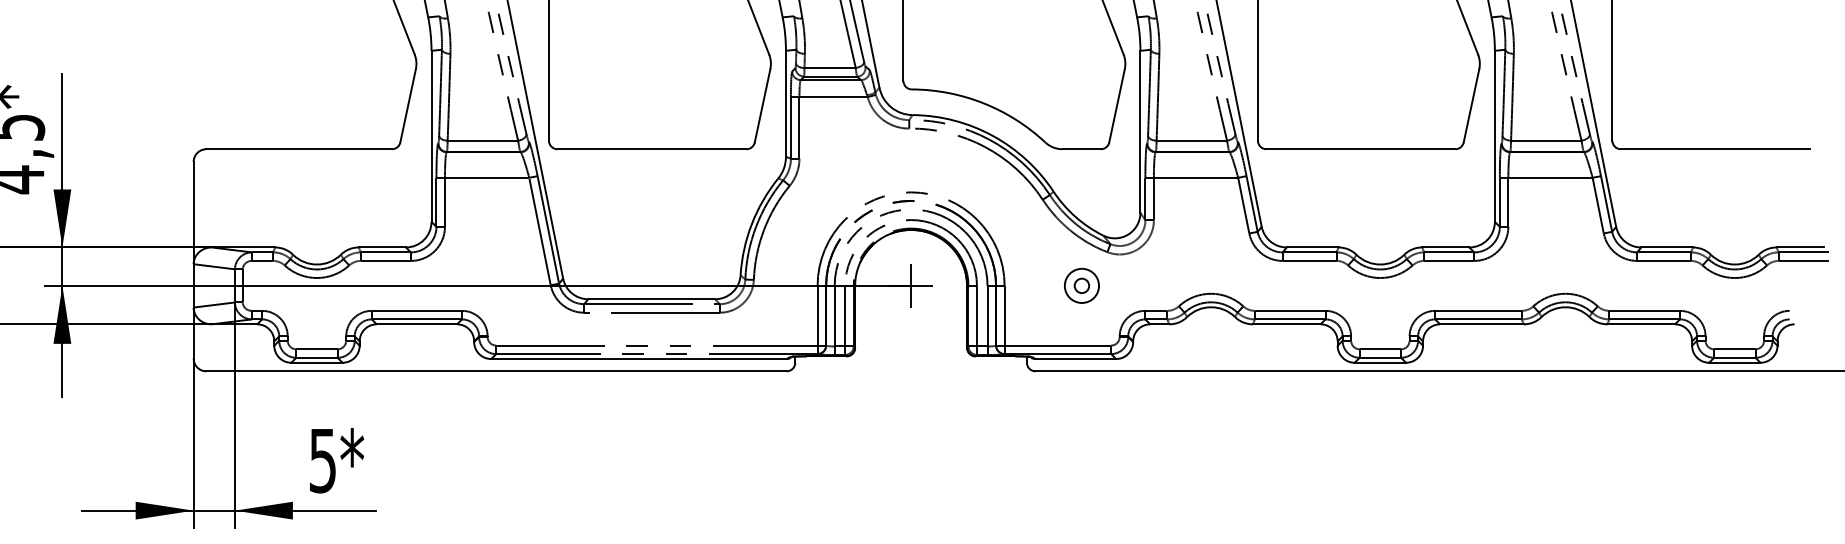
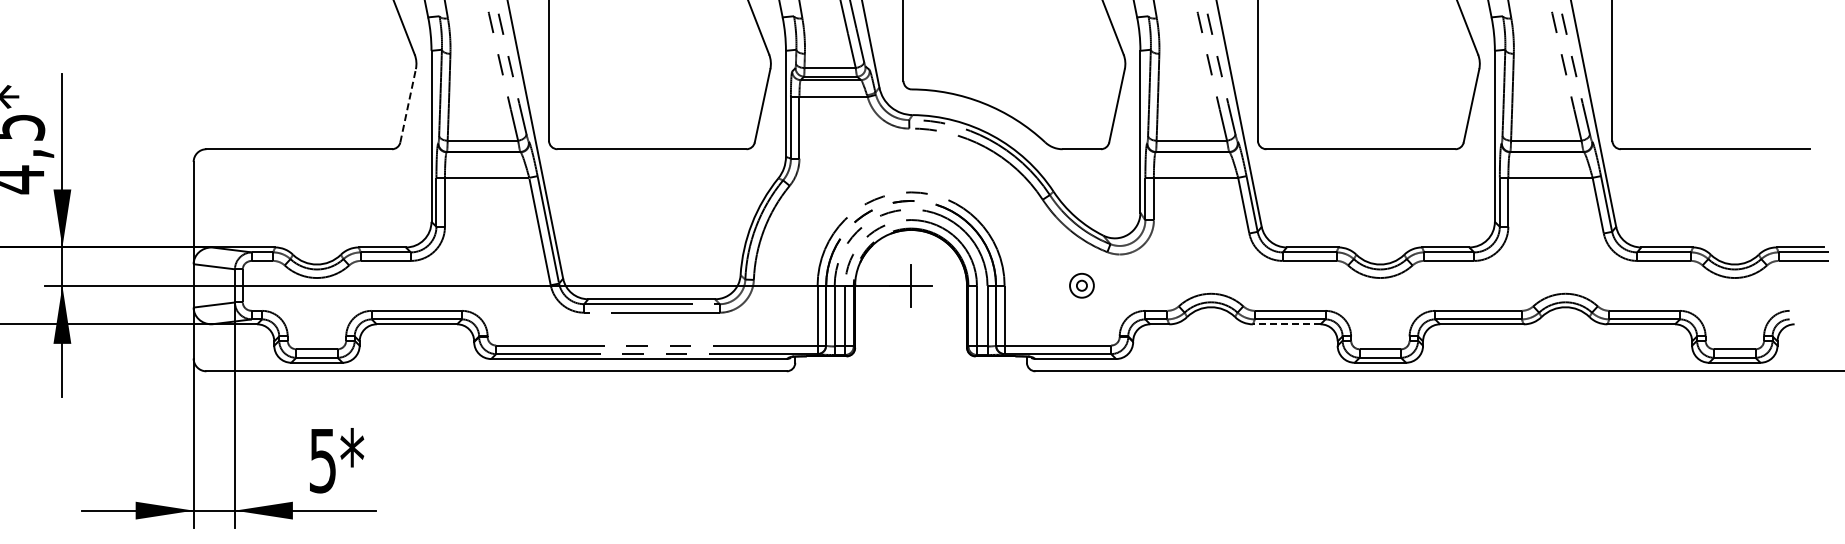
line at (408, 105): solid -> dashed
part at (1081, 285) size: 36x37 px -> 26x27 px
line at (1286, 324): solid -> dashed
